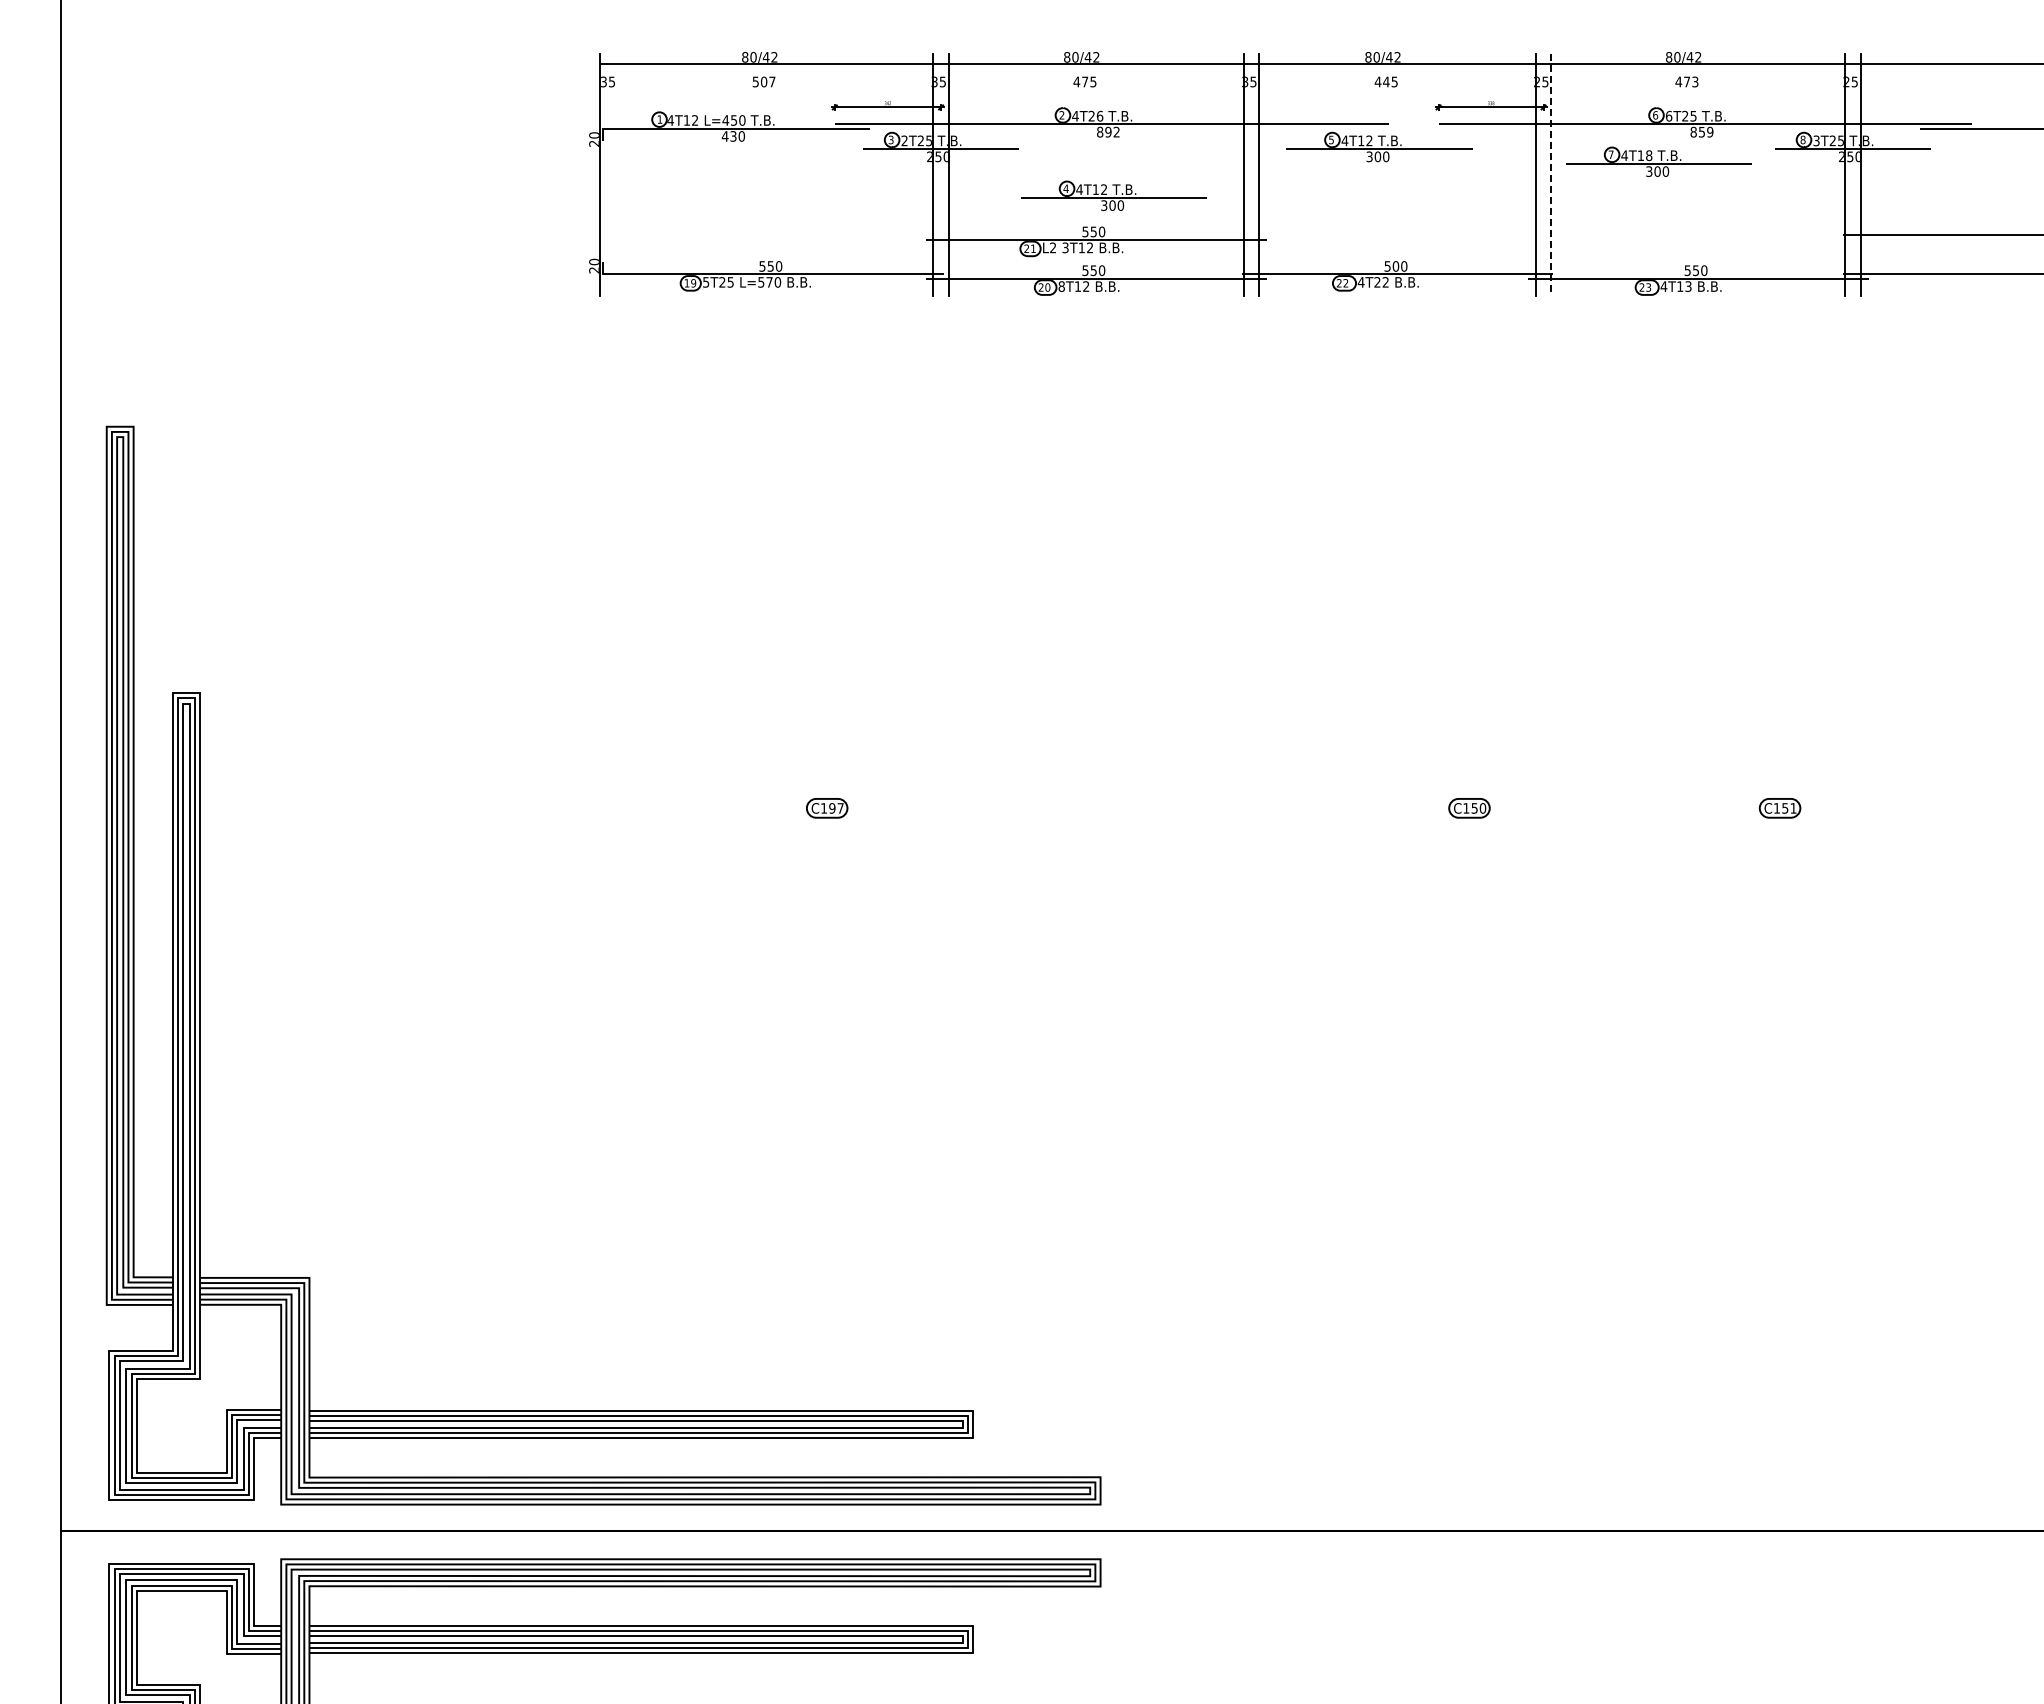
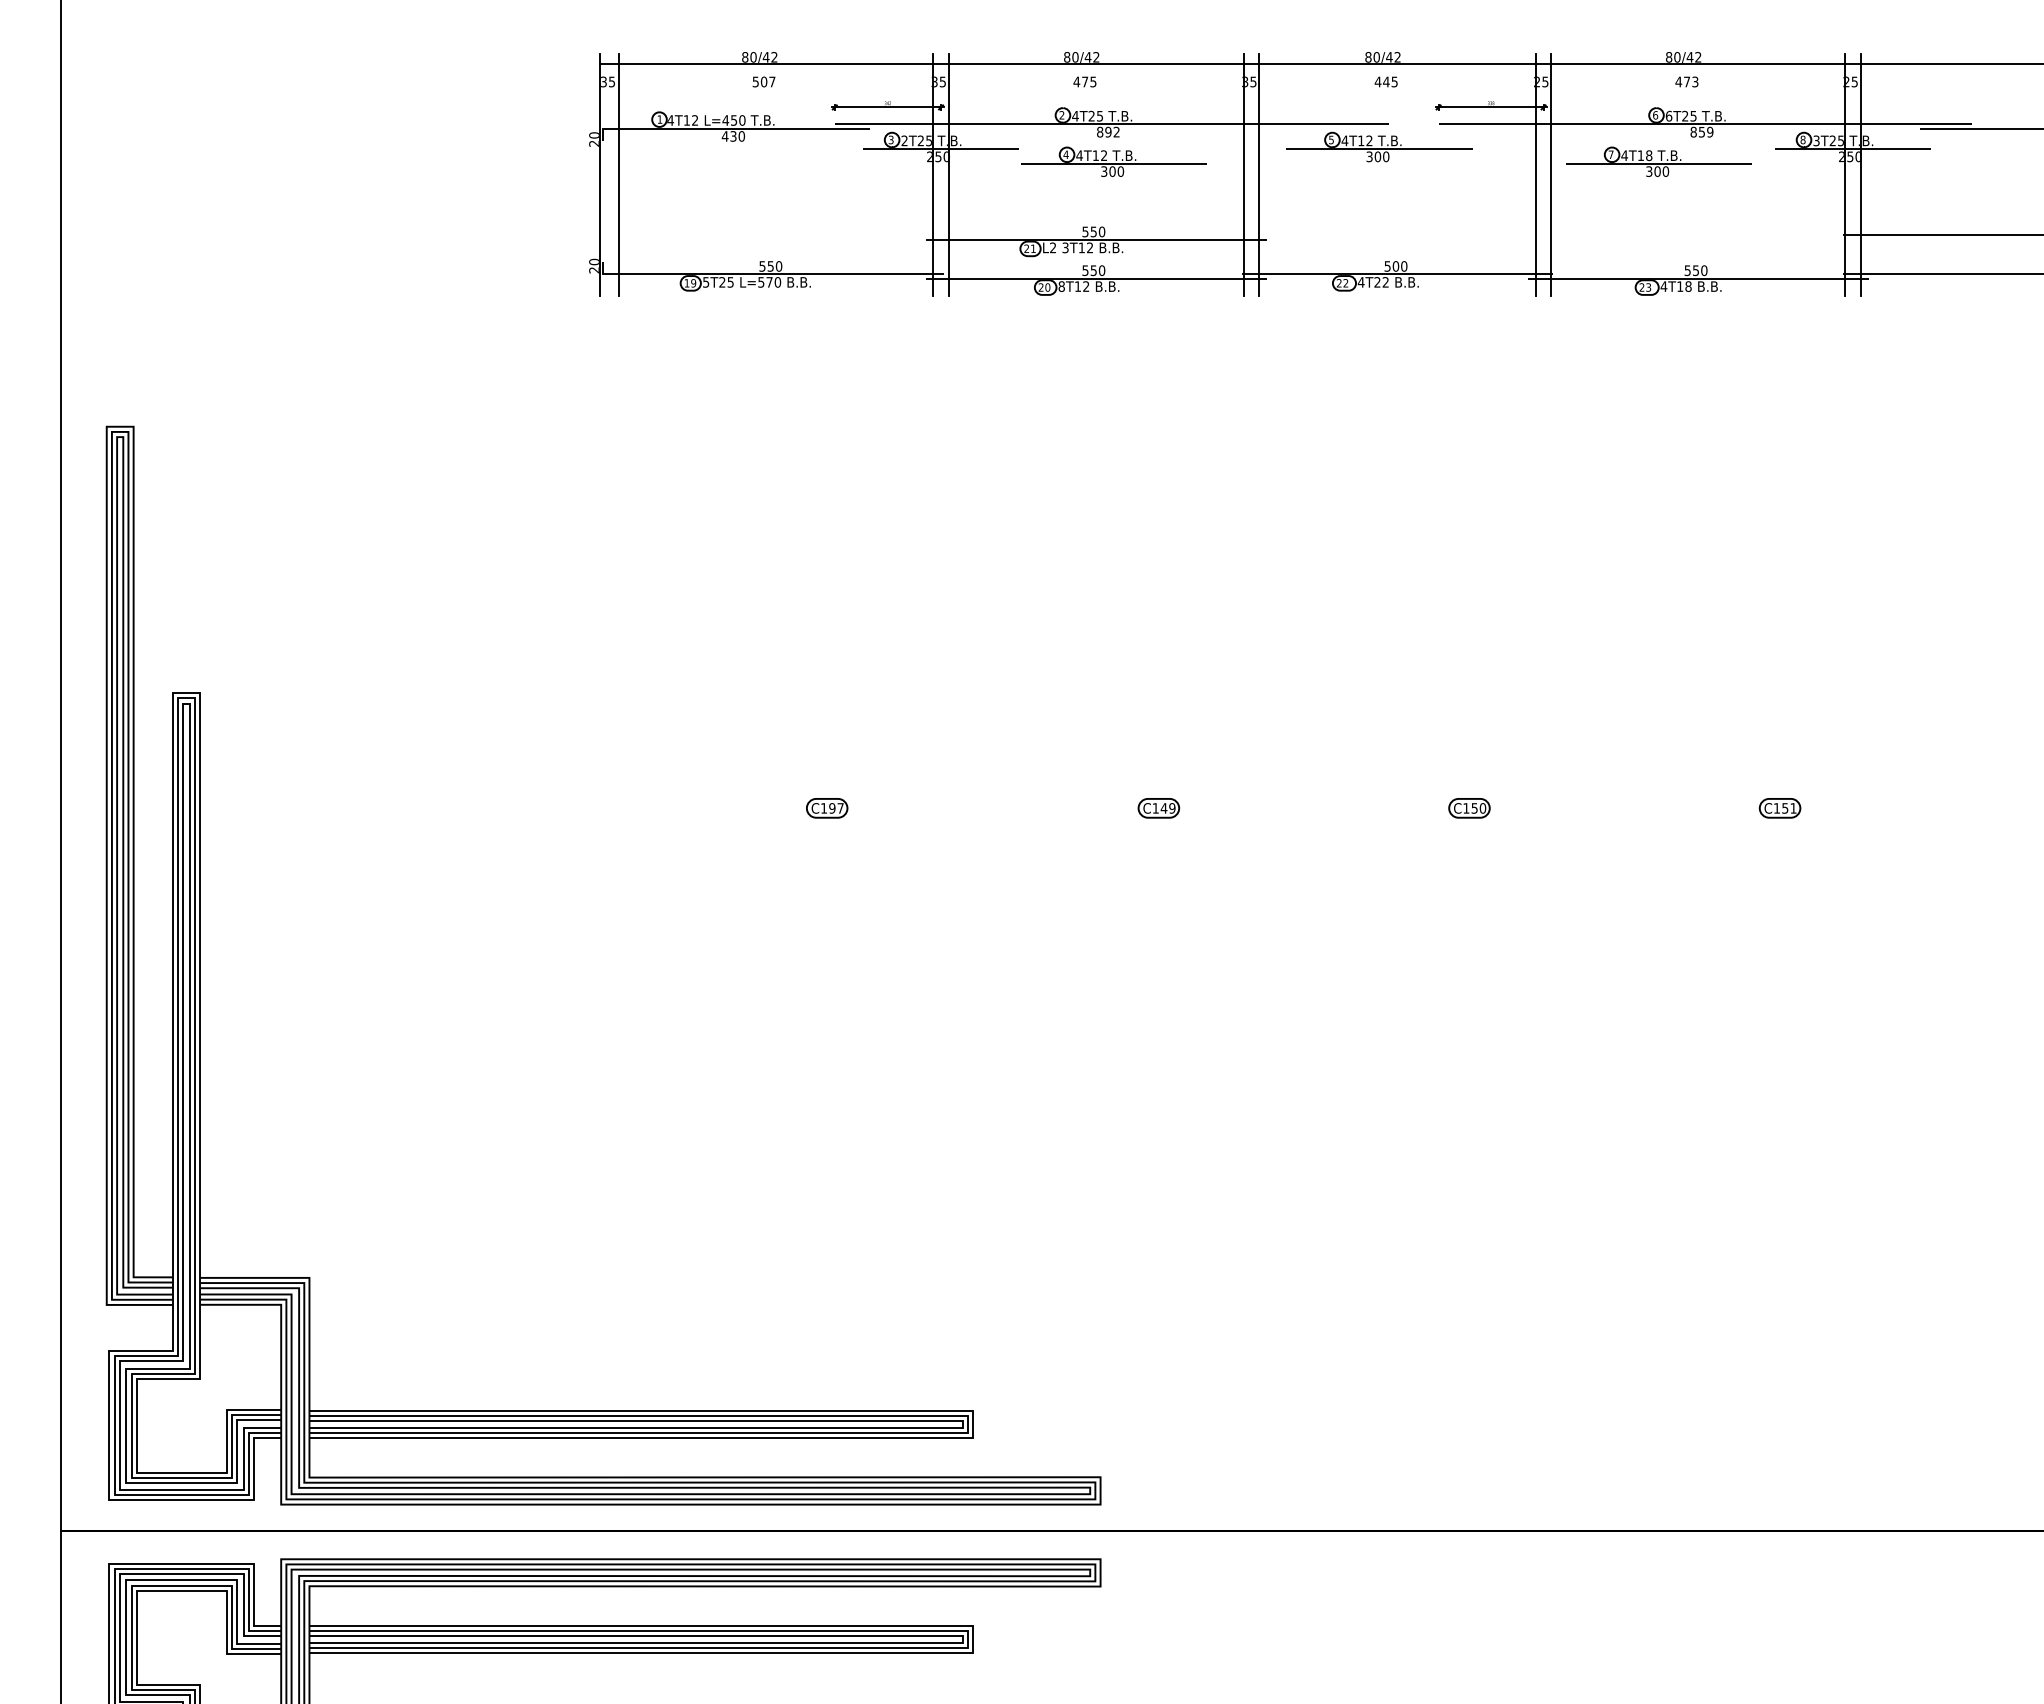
text at (1099, 115): 4T26 -> 4T25
line at (618, 174): none -> present
line at (1551, 174): dashed -> solid
part at (1113, 195) position: (1113, 195) -> (1113, 161)
text at (1688, 286): 4T13 -> 4T18
part at (1158, 808): none -> present
